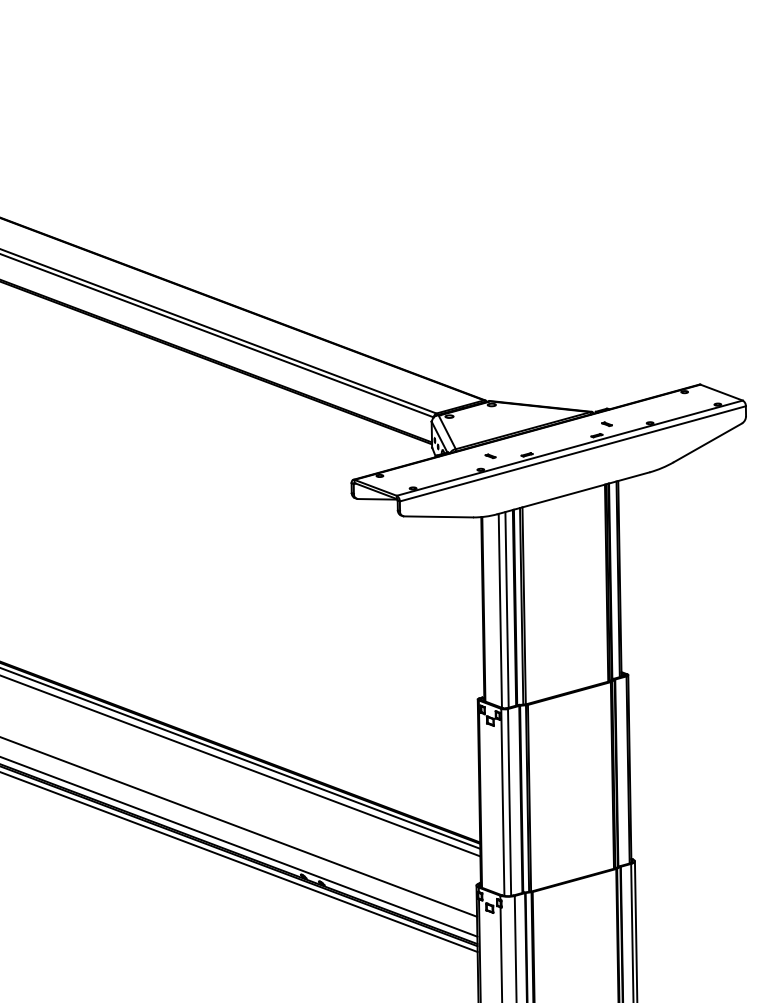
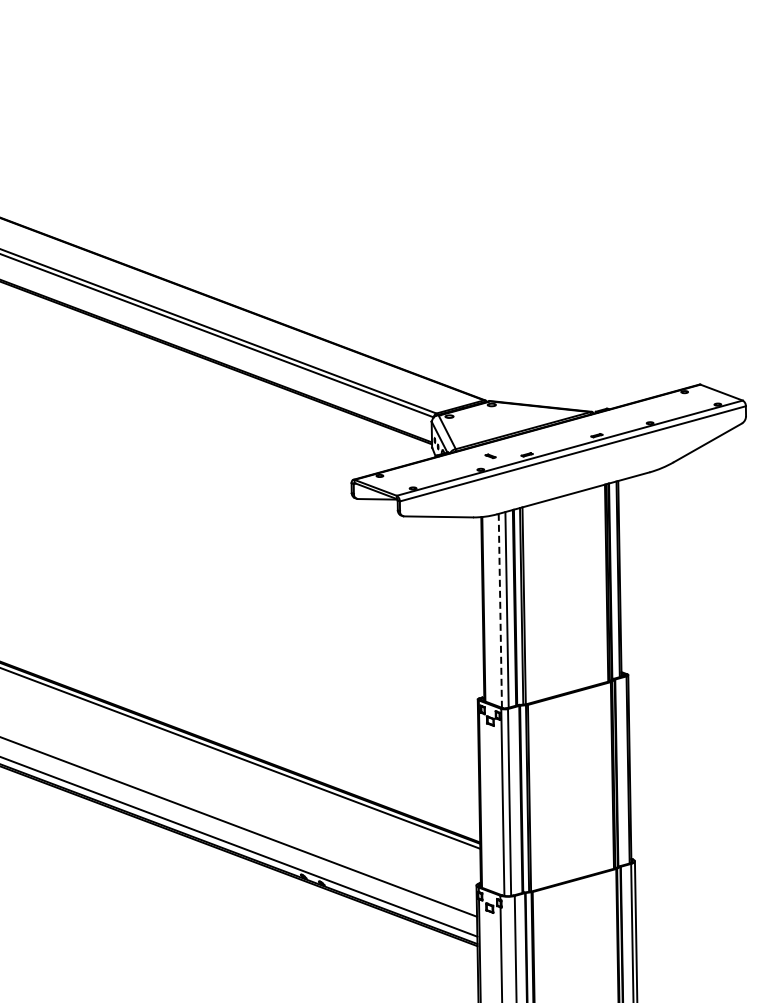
part at (606, 423): present -> none
line at (500, 610): solid -> dashed
line at (241, 766): present -> none
line at (239, 862): present -> none
